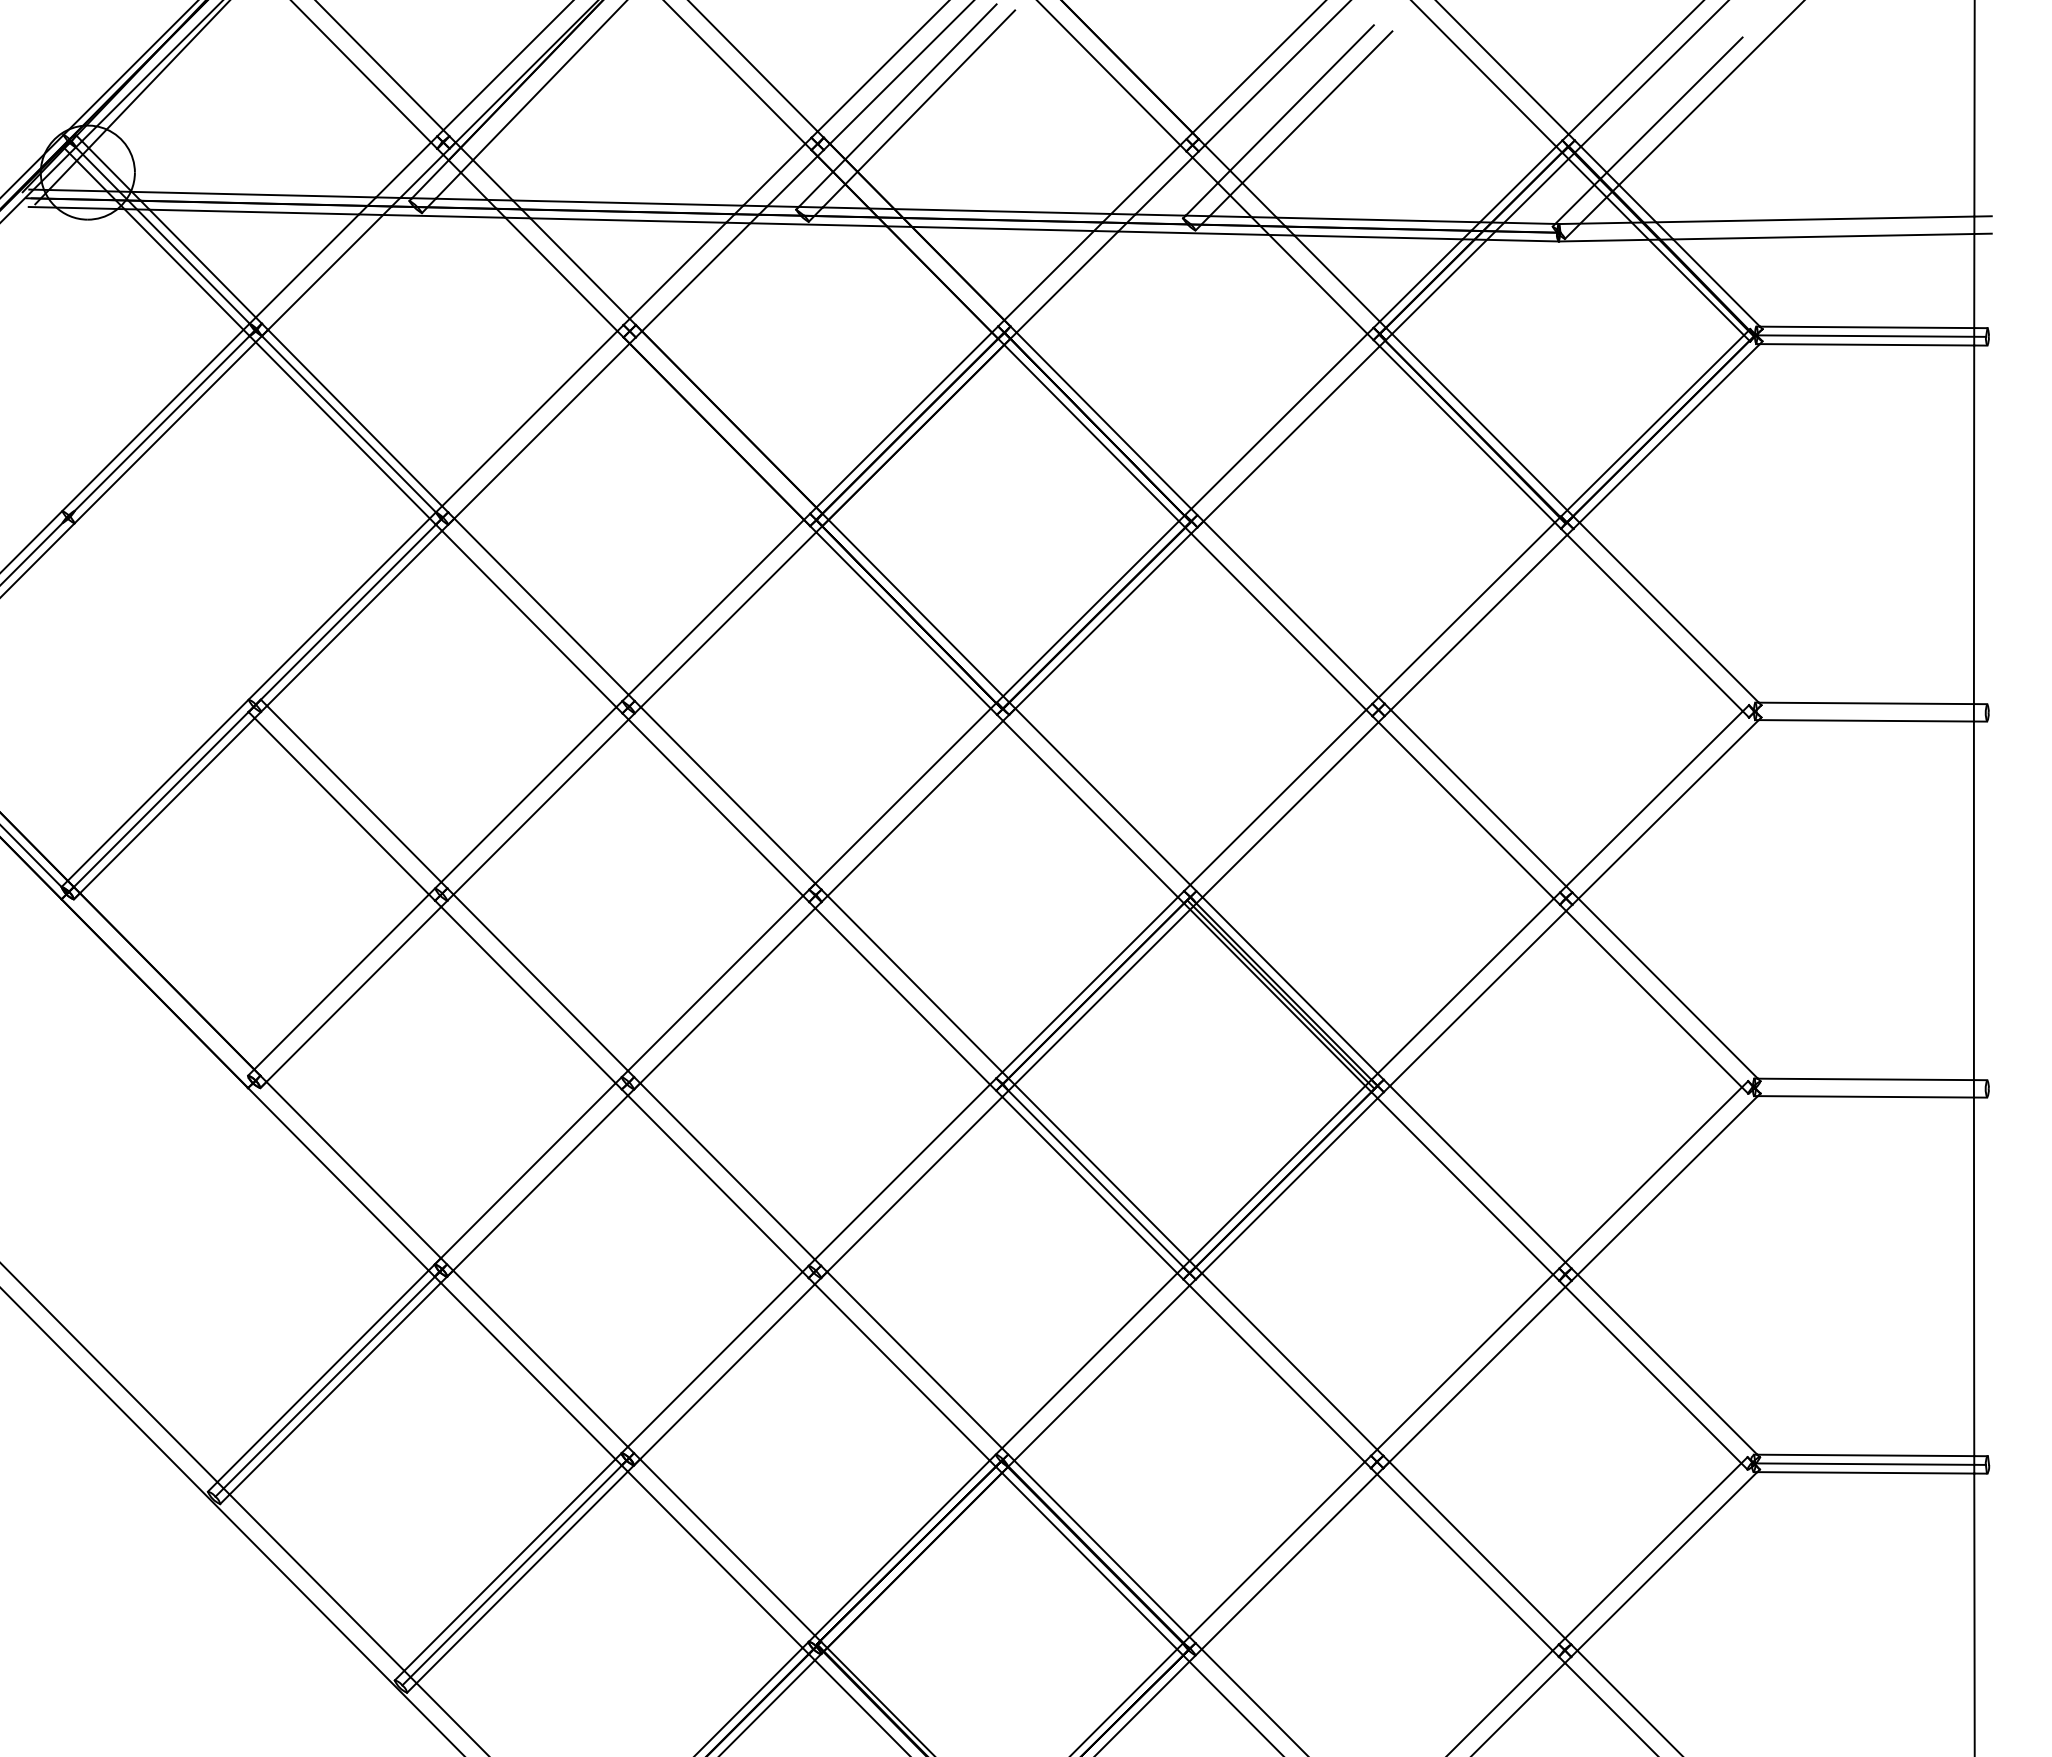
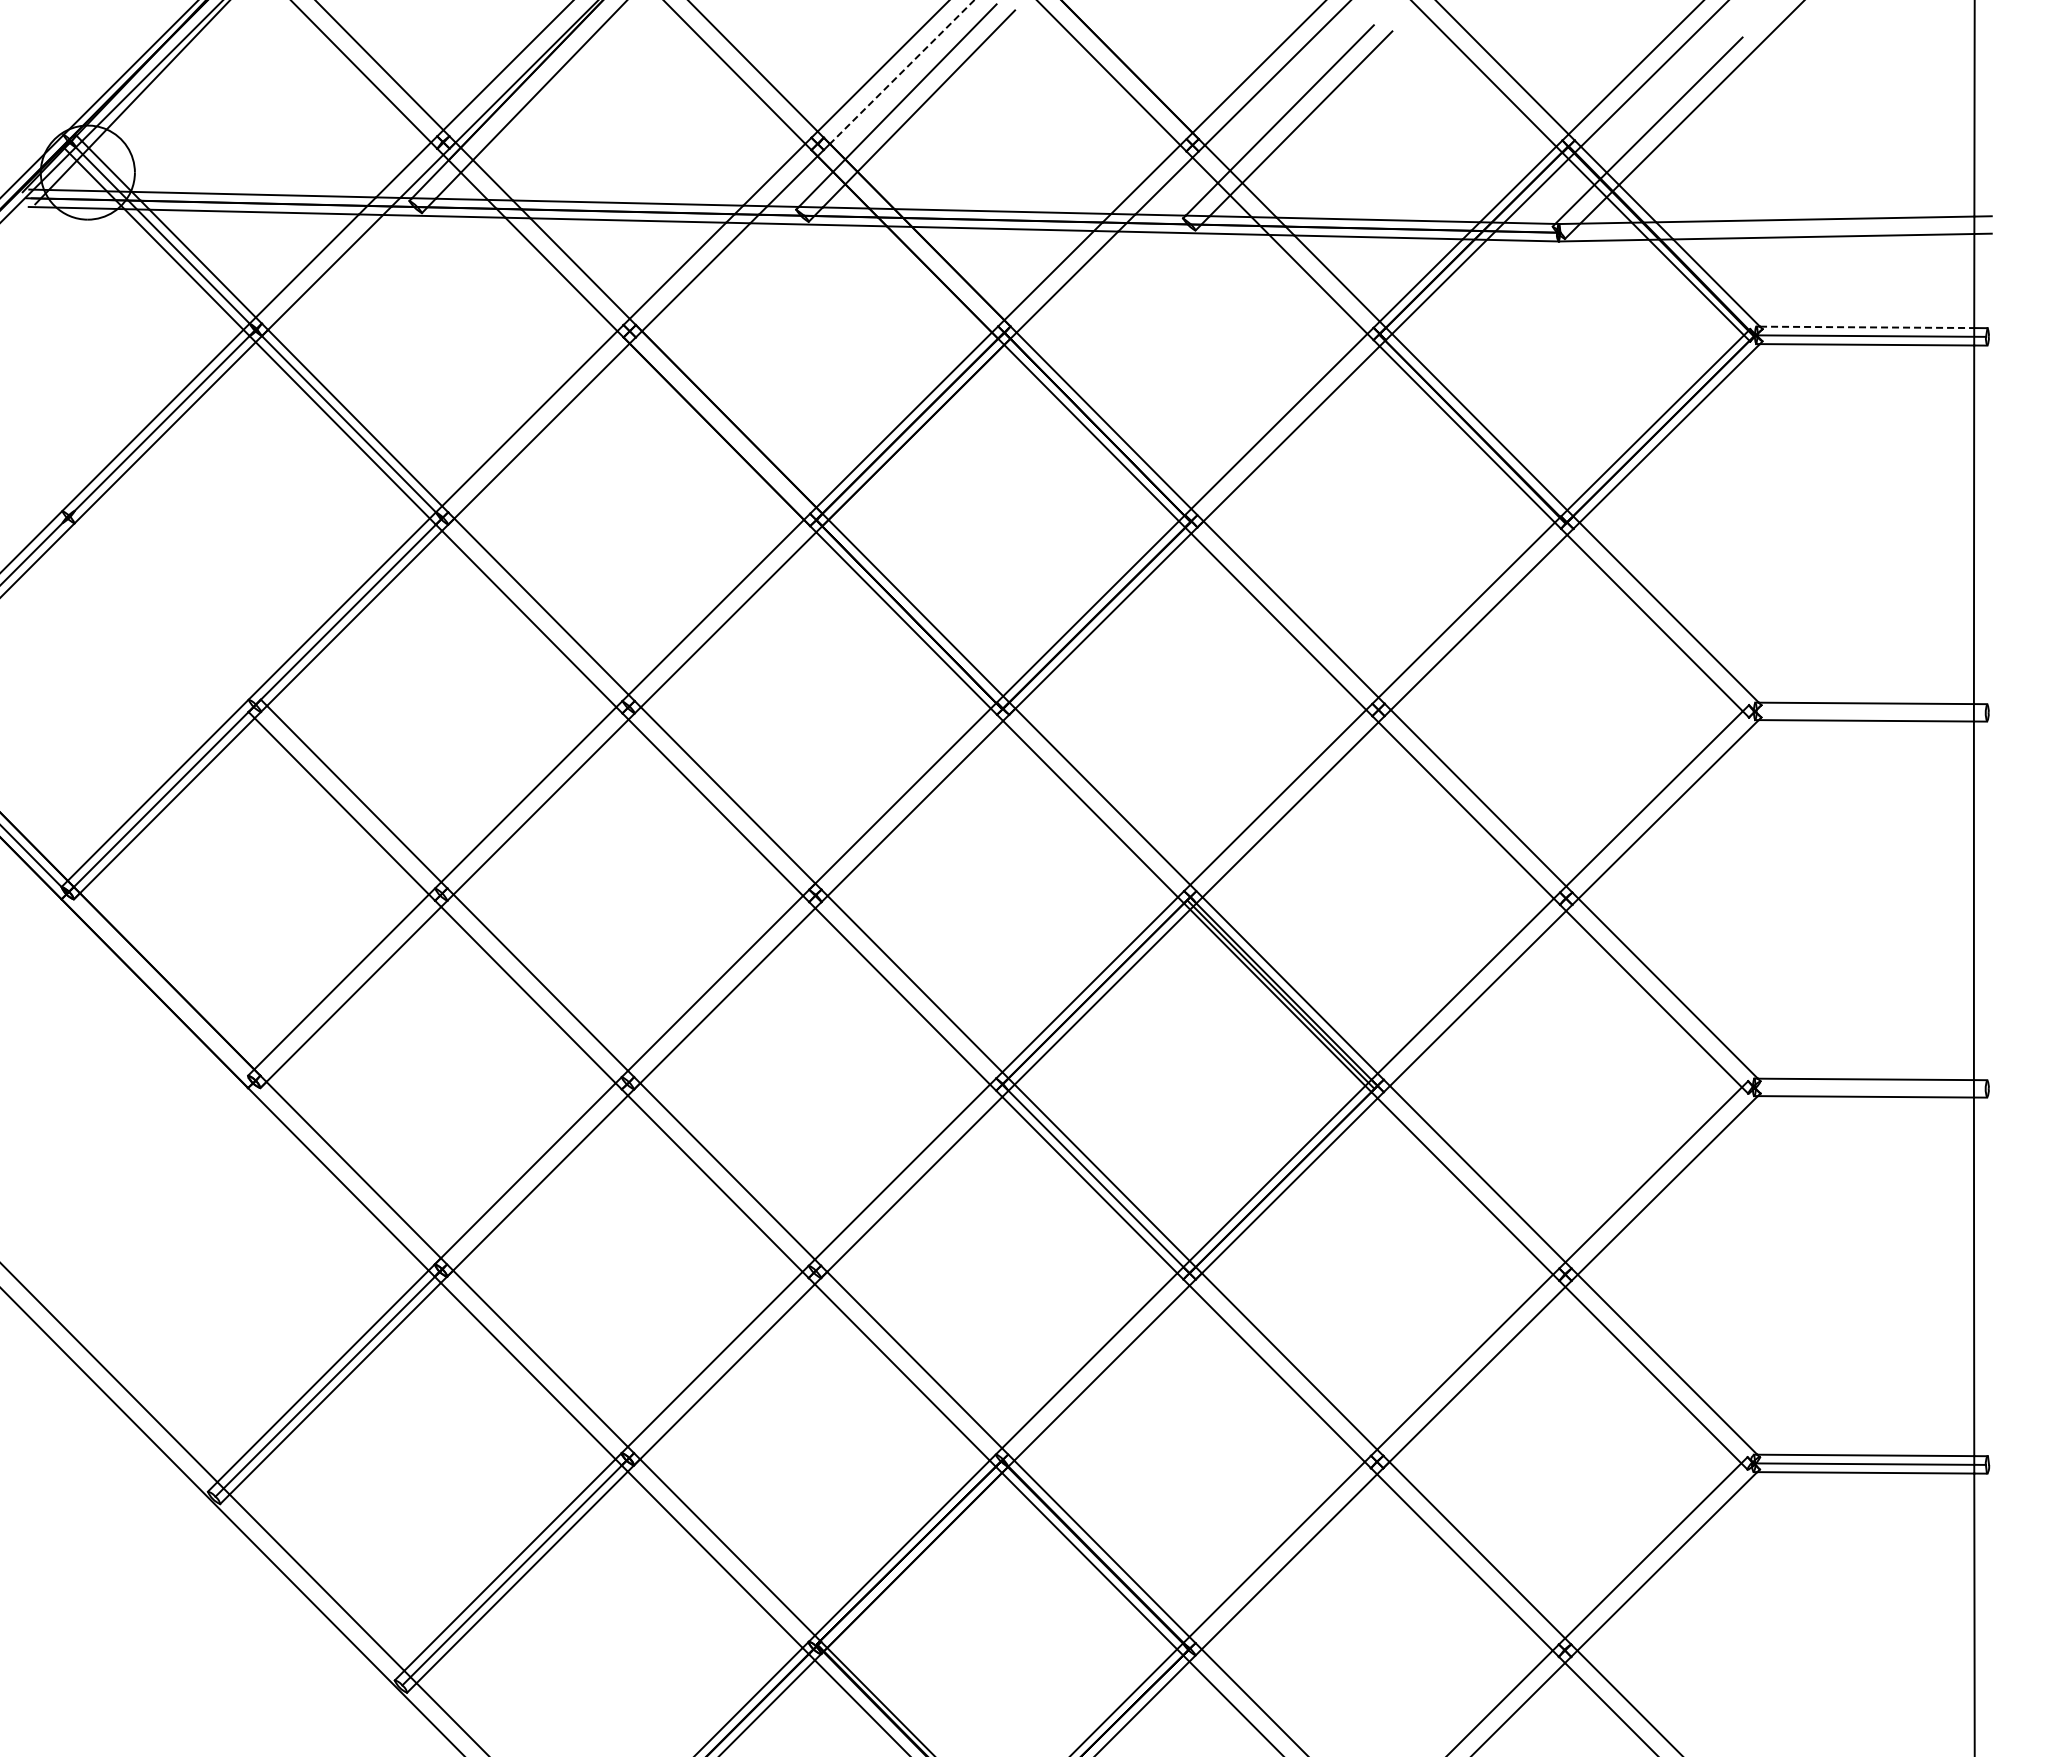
line at (902, 72): solid -> dashed
line at (1867, 327): solid -> dashed
